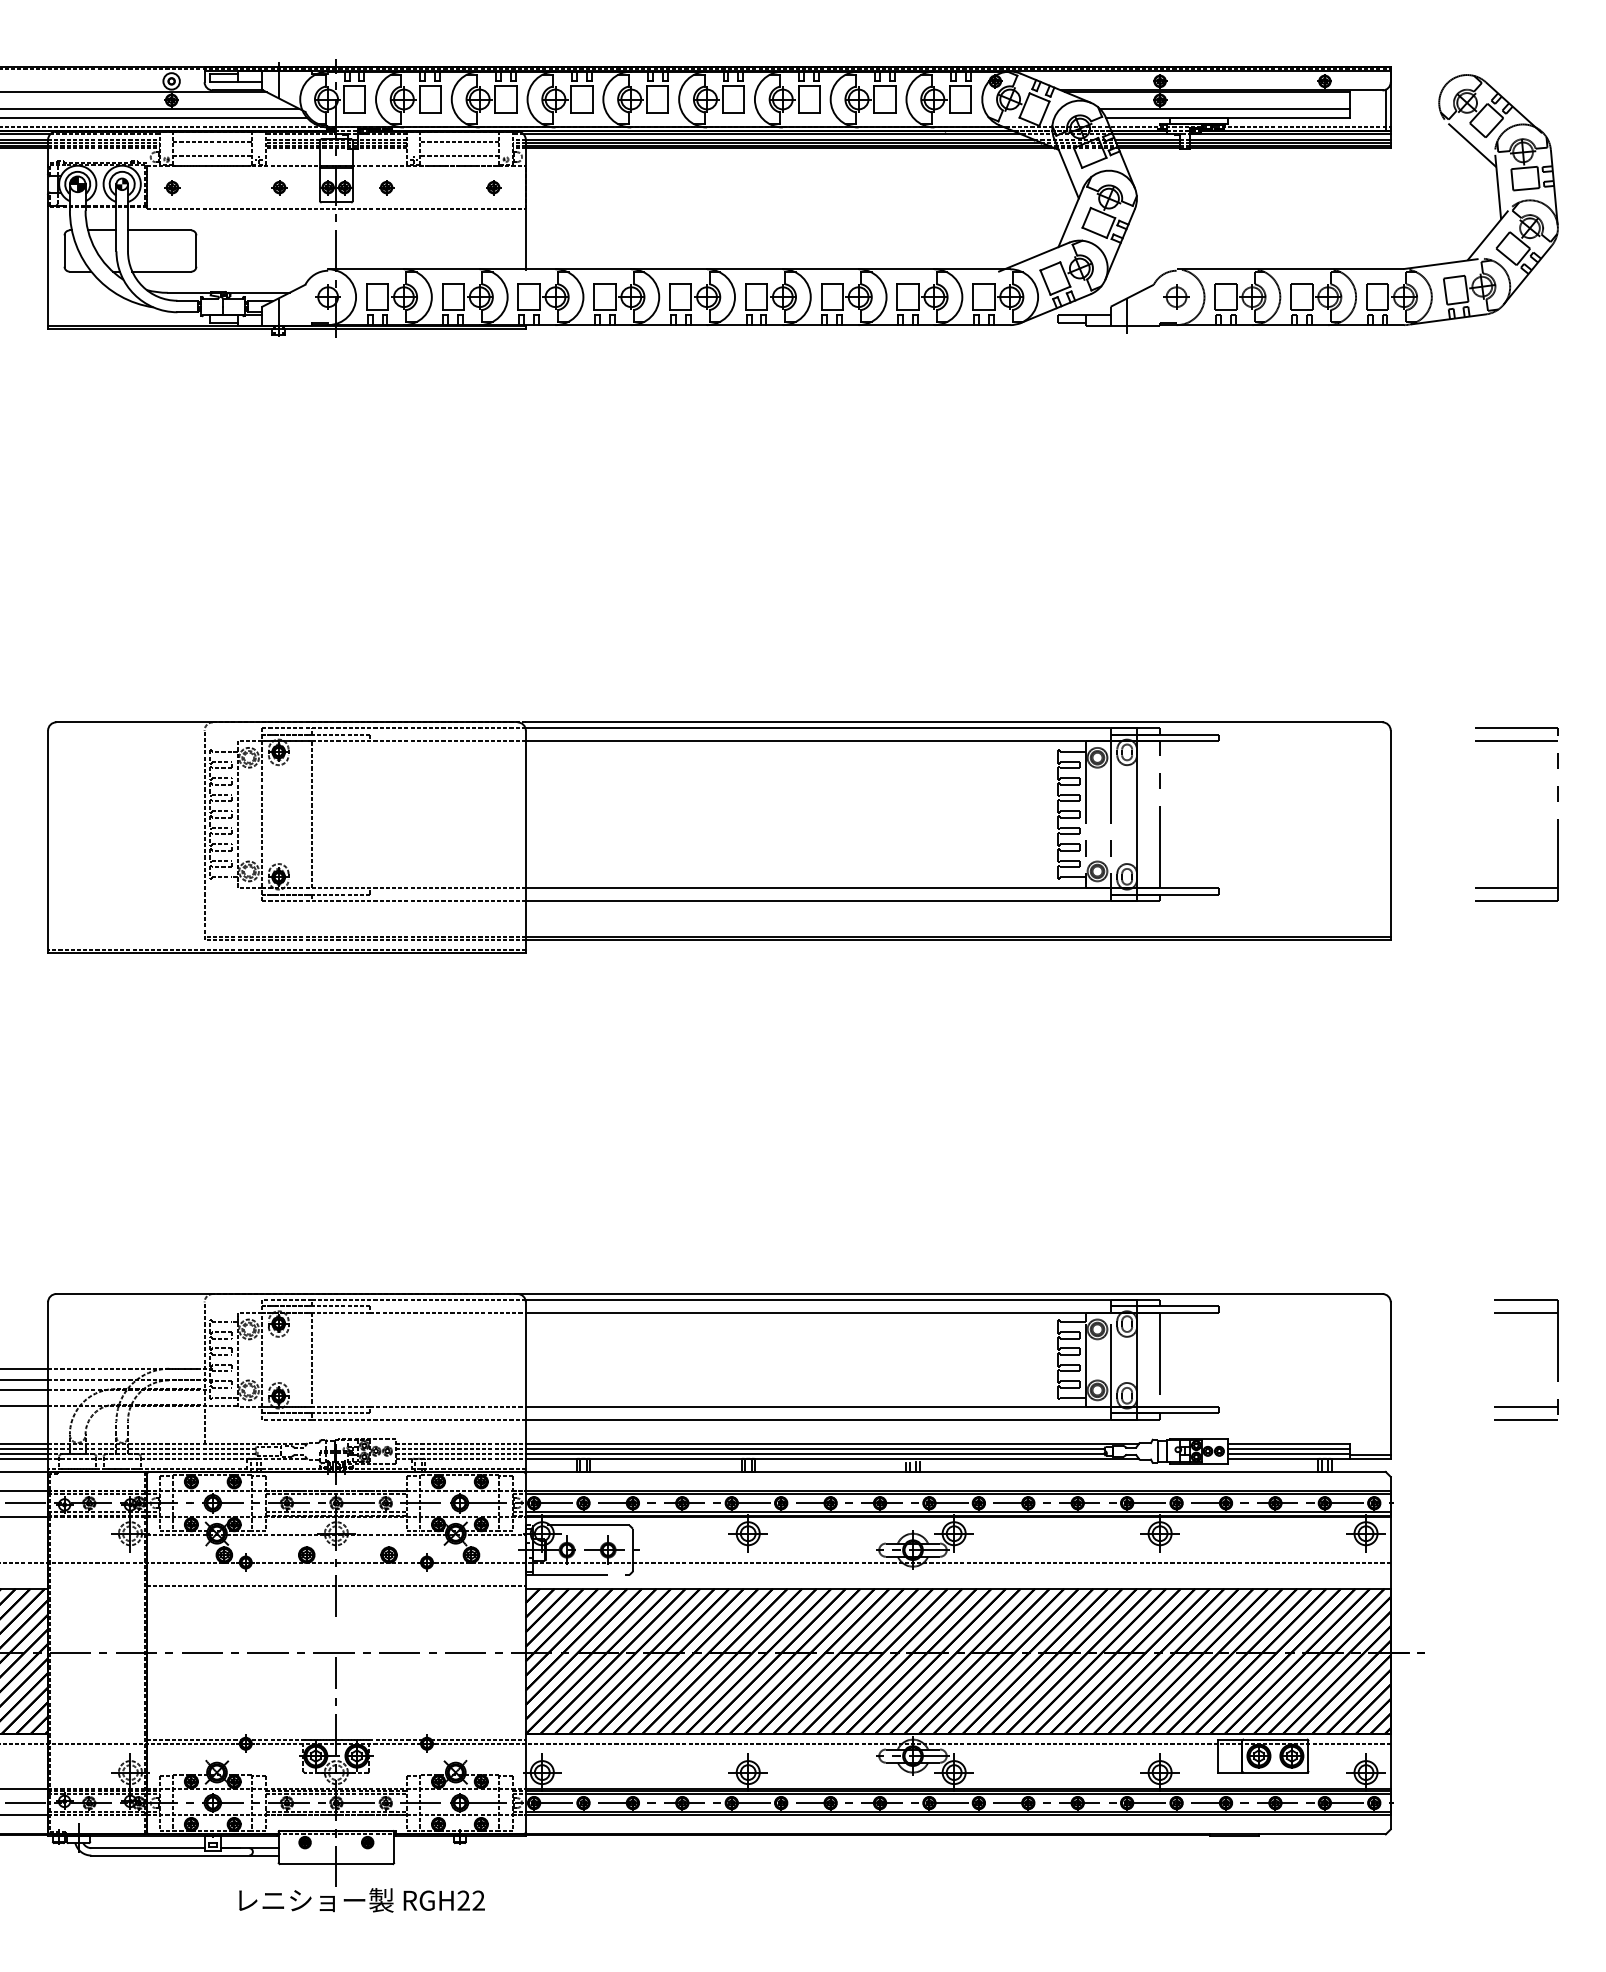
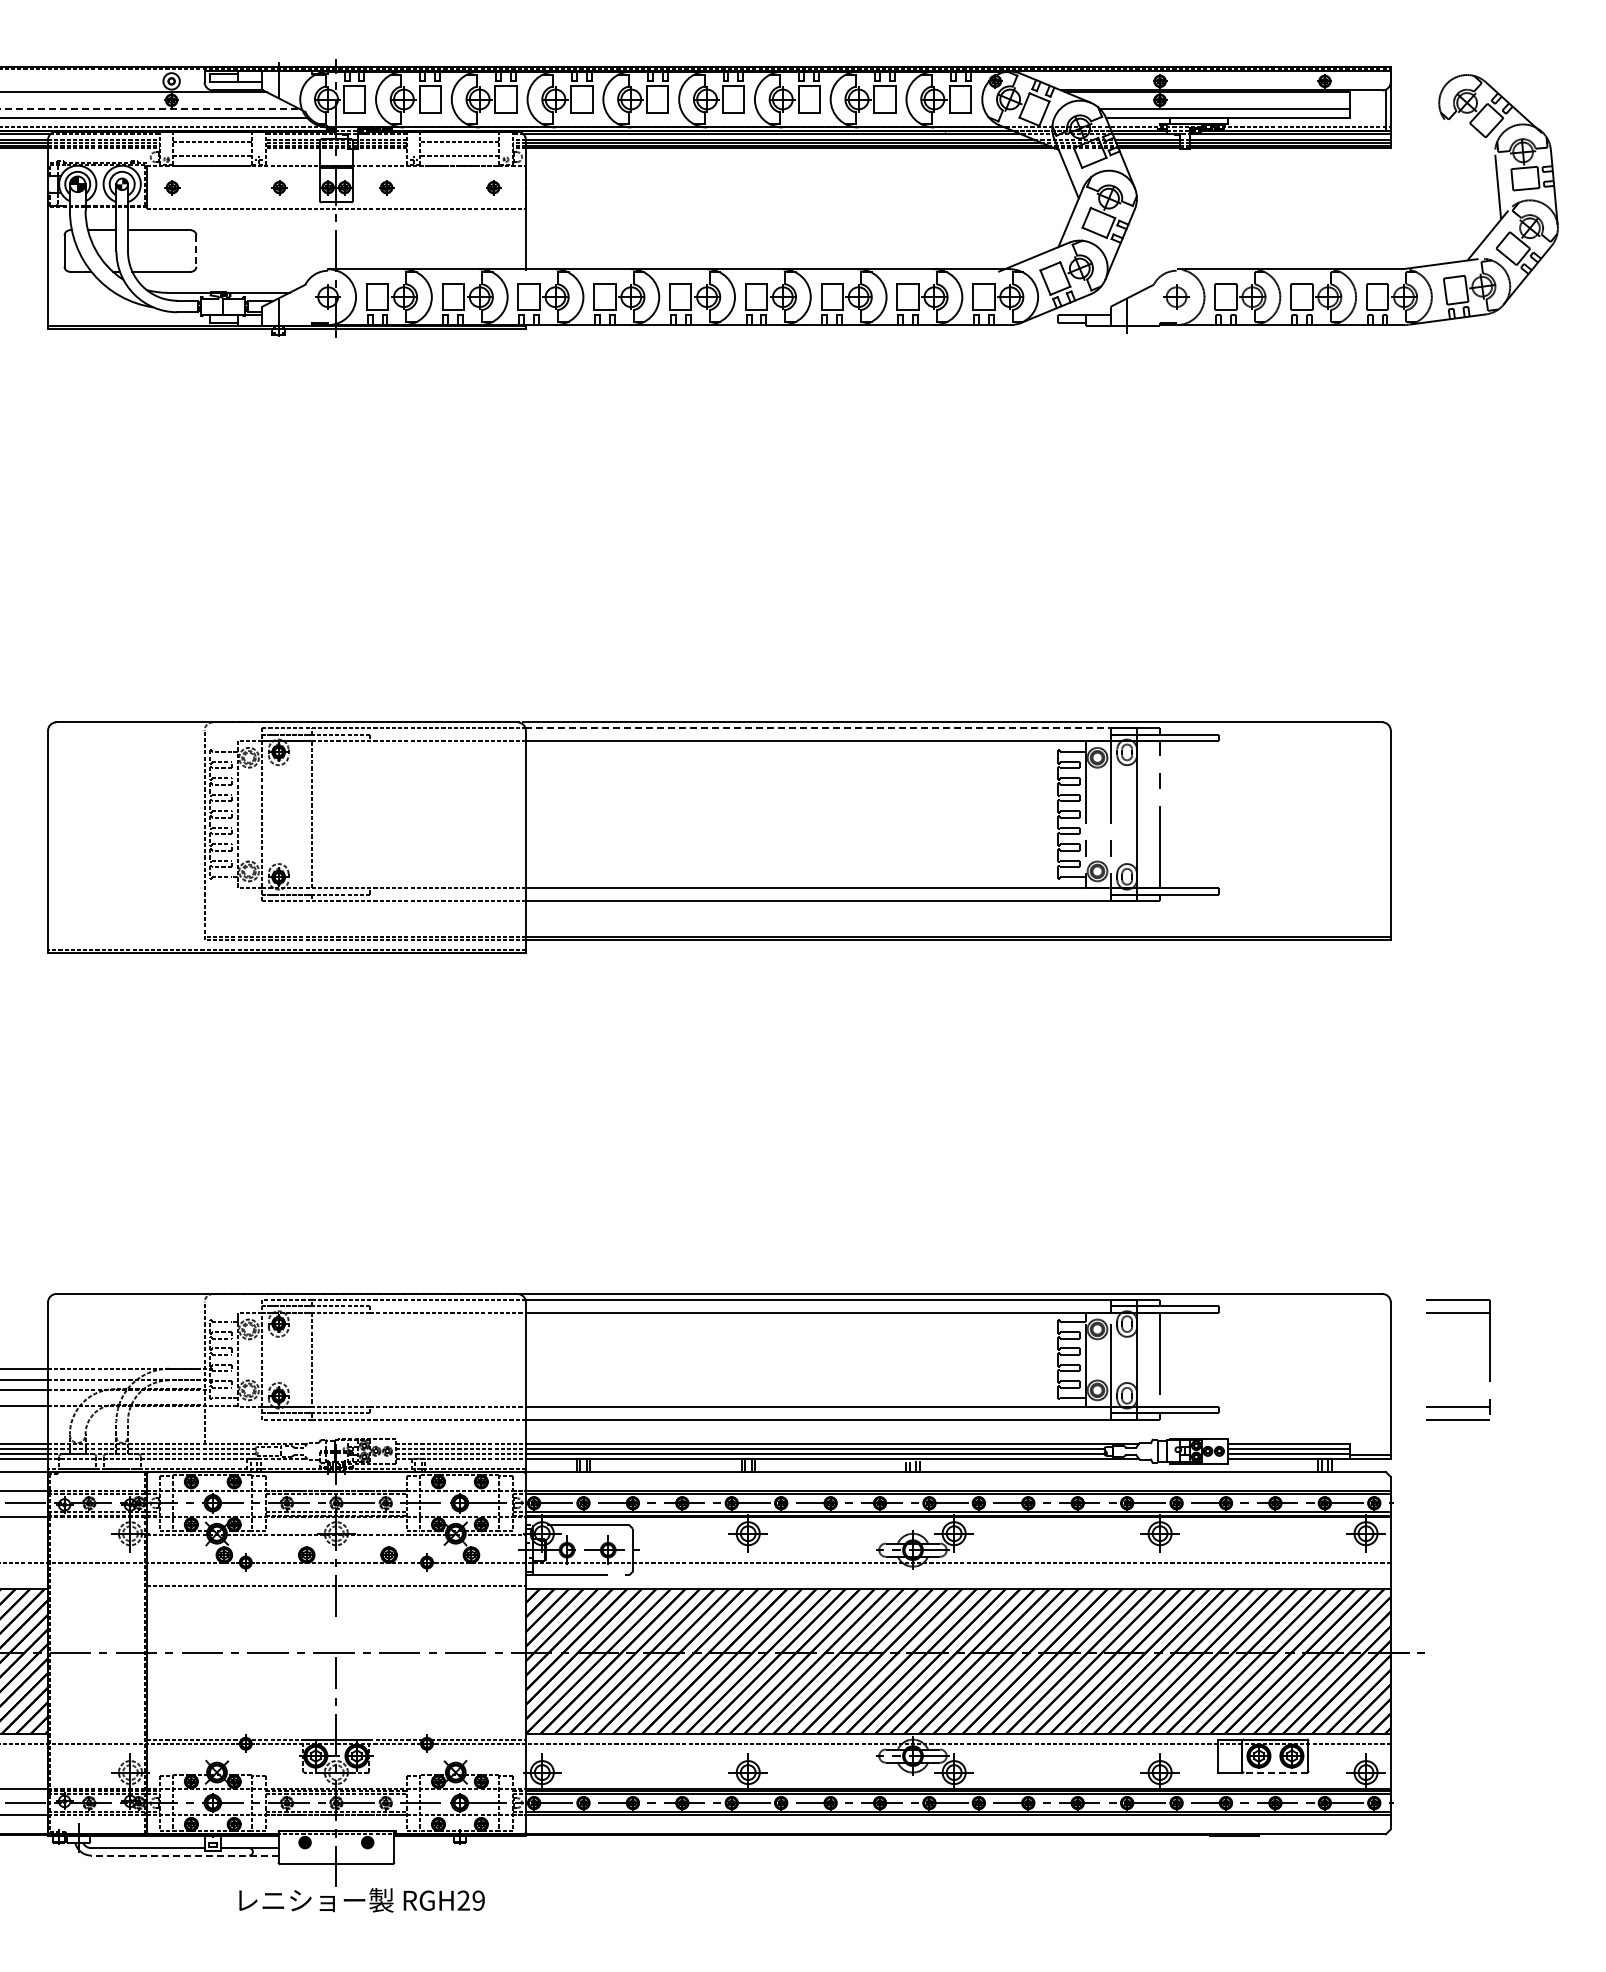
line at (149, 108): solid -> dashed
line at (1472, 145): present -> none
line at (196, 251): solid -> dashed
line at (831, 728): solid -> dashed
part at (1557, 819): present -> none
part at (1557, 1359) position: (1557, 1359) -> (1489, 1359)
line at (1274, 1772): solid -> dashed
line at (185, 1855): solid -> dashed
text at (478, 1900): RGH22 -> RGH29
